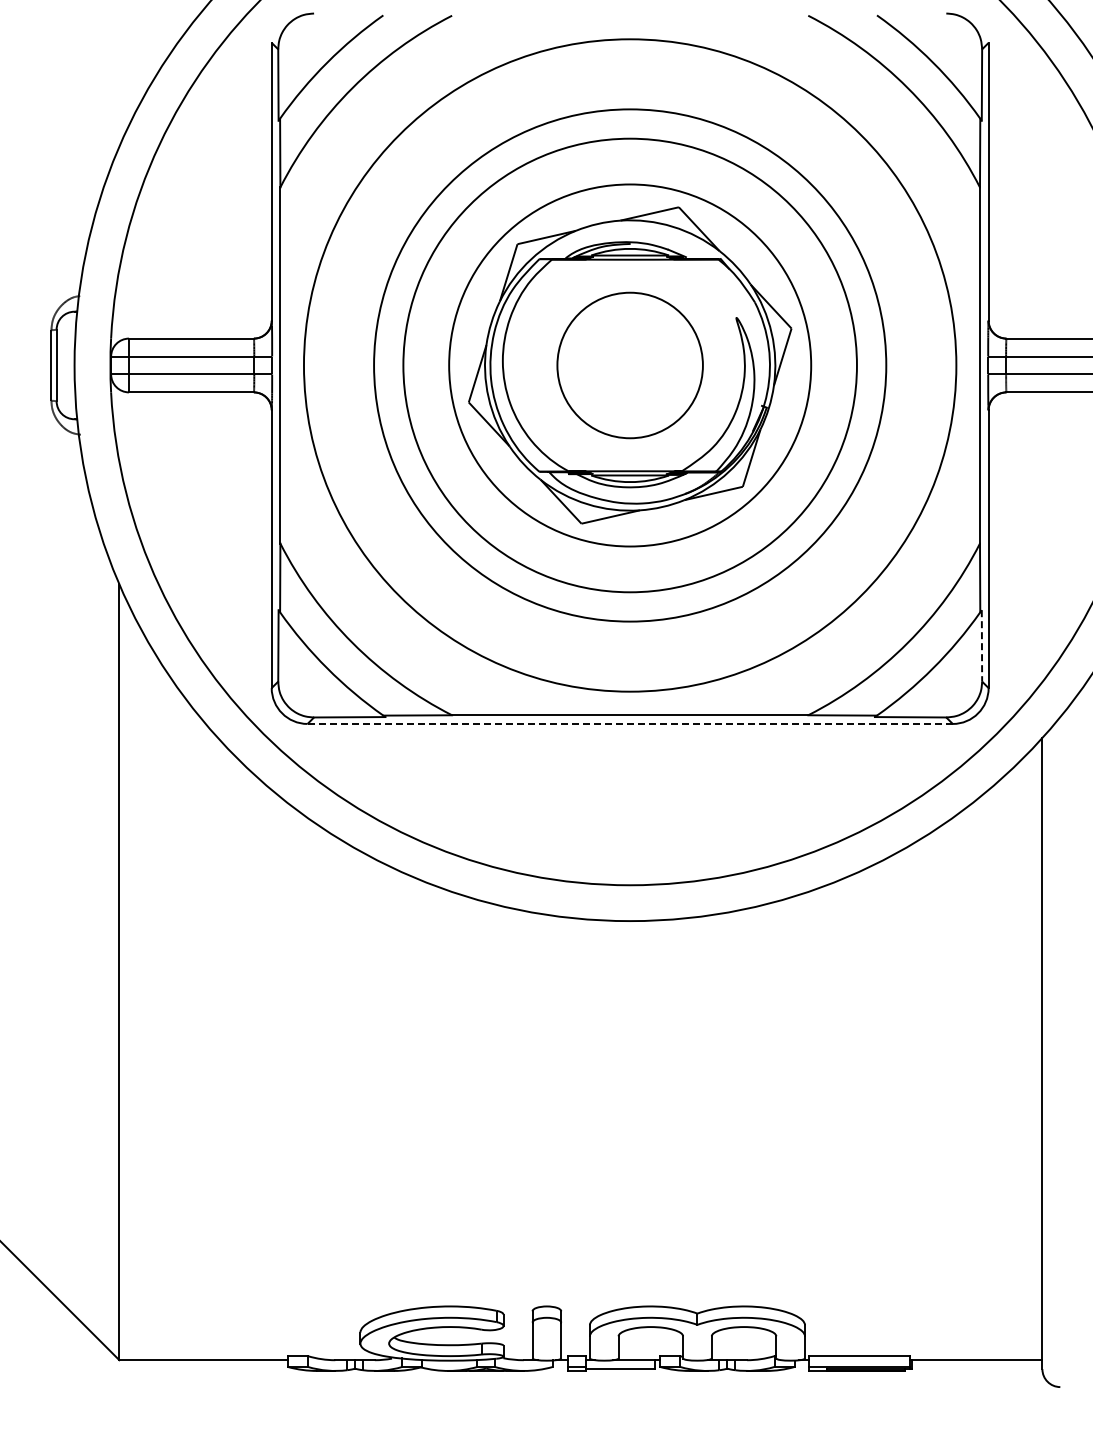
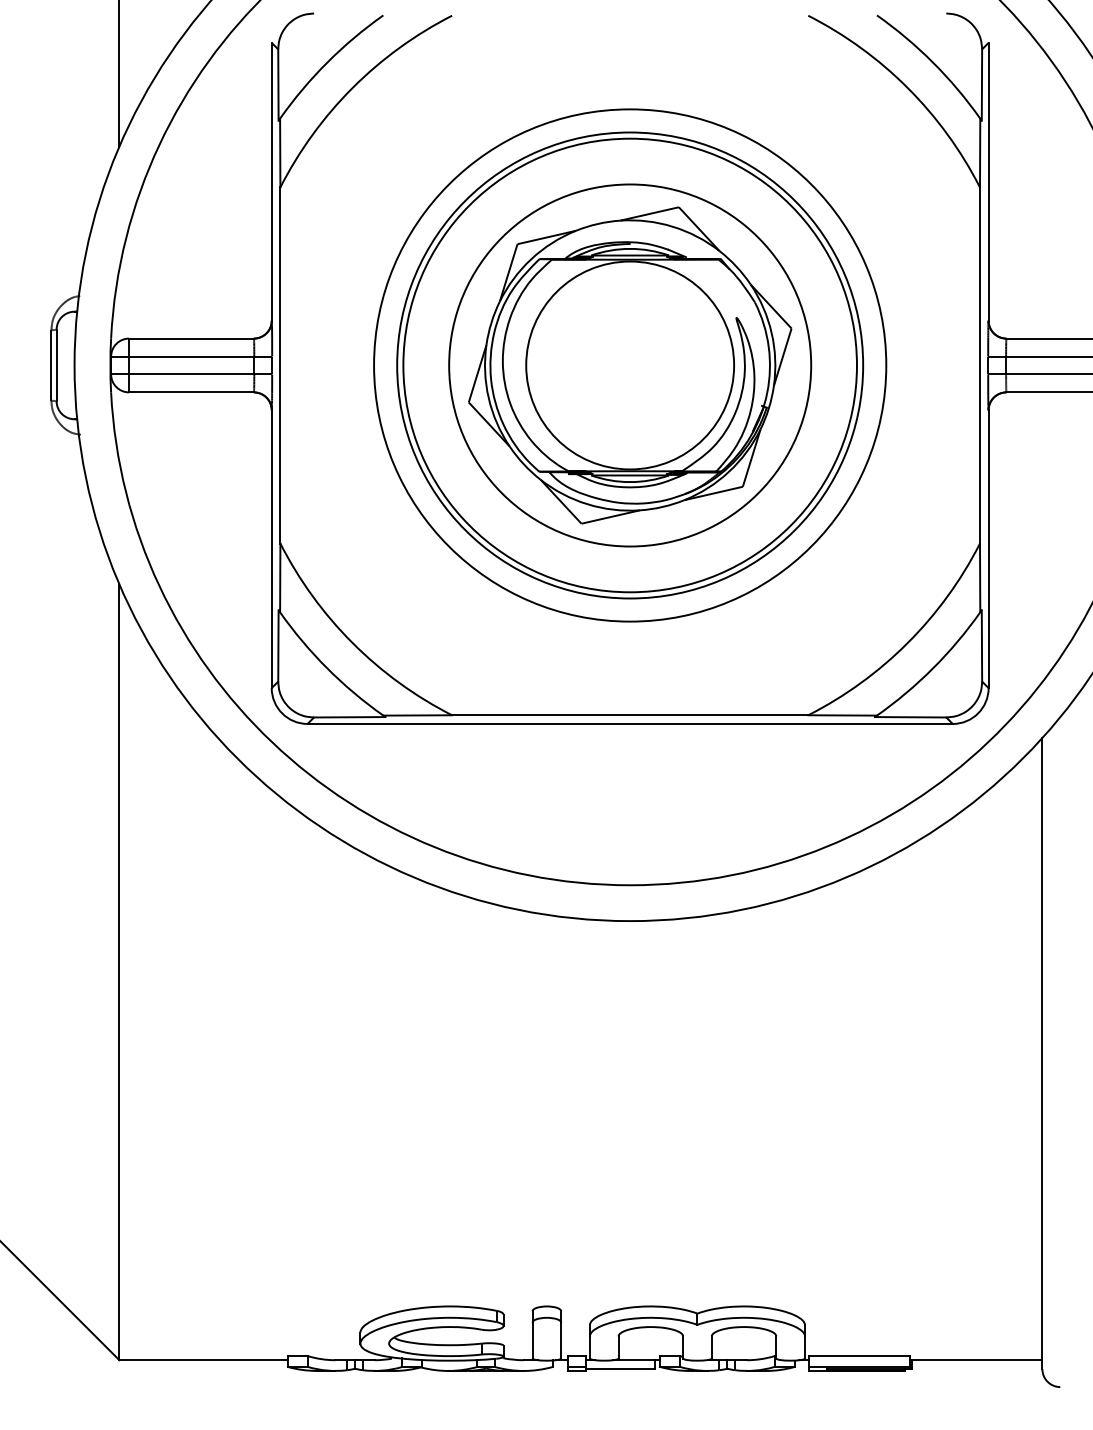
line at (119, 74): none -> present
circle at (629, 365) diameter: 146 px -> 208 px
circle at (629, 365) diameter: 652 px -> 466 px
line at (981, 645): dashed -> solid
line at (630, 723): dashed -> solid
